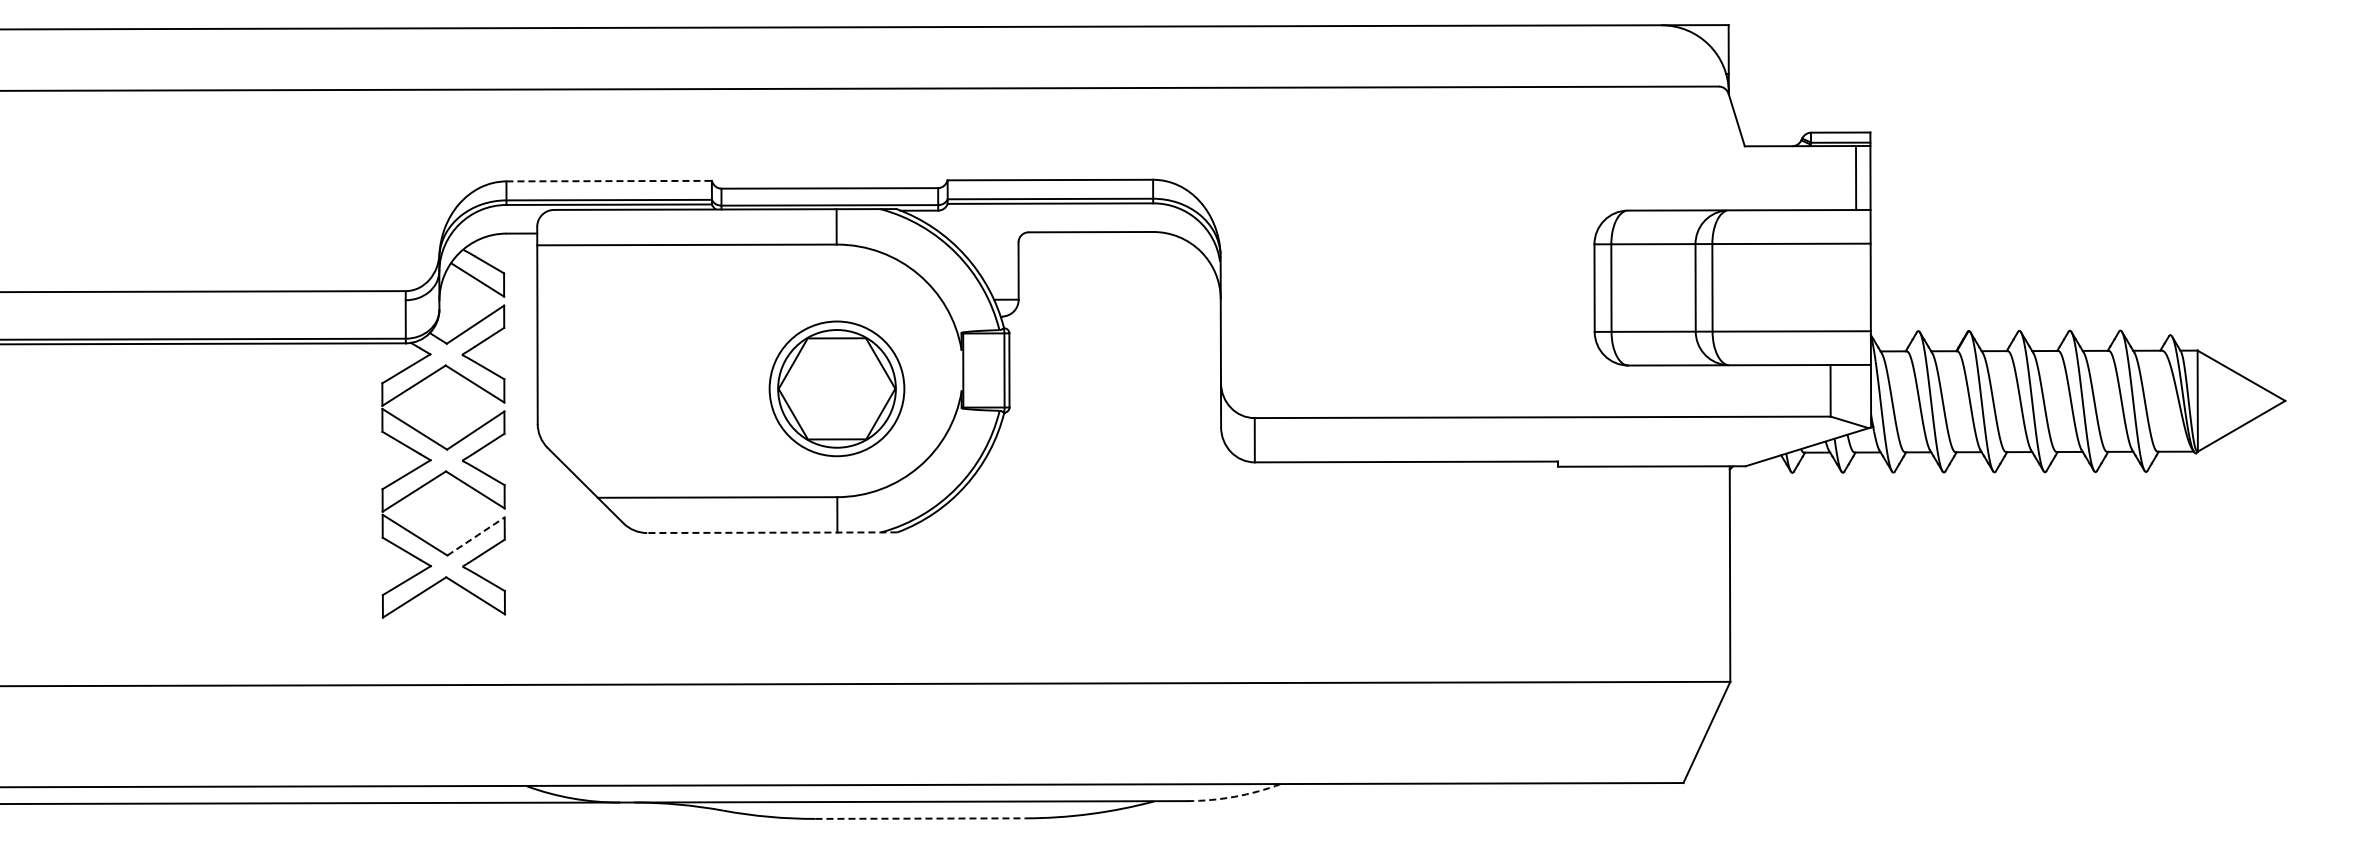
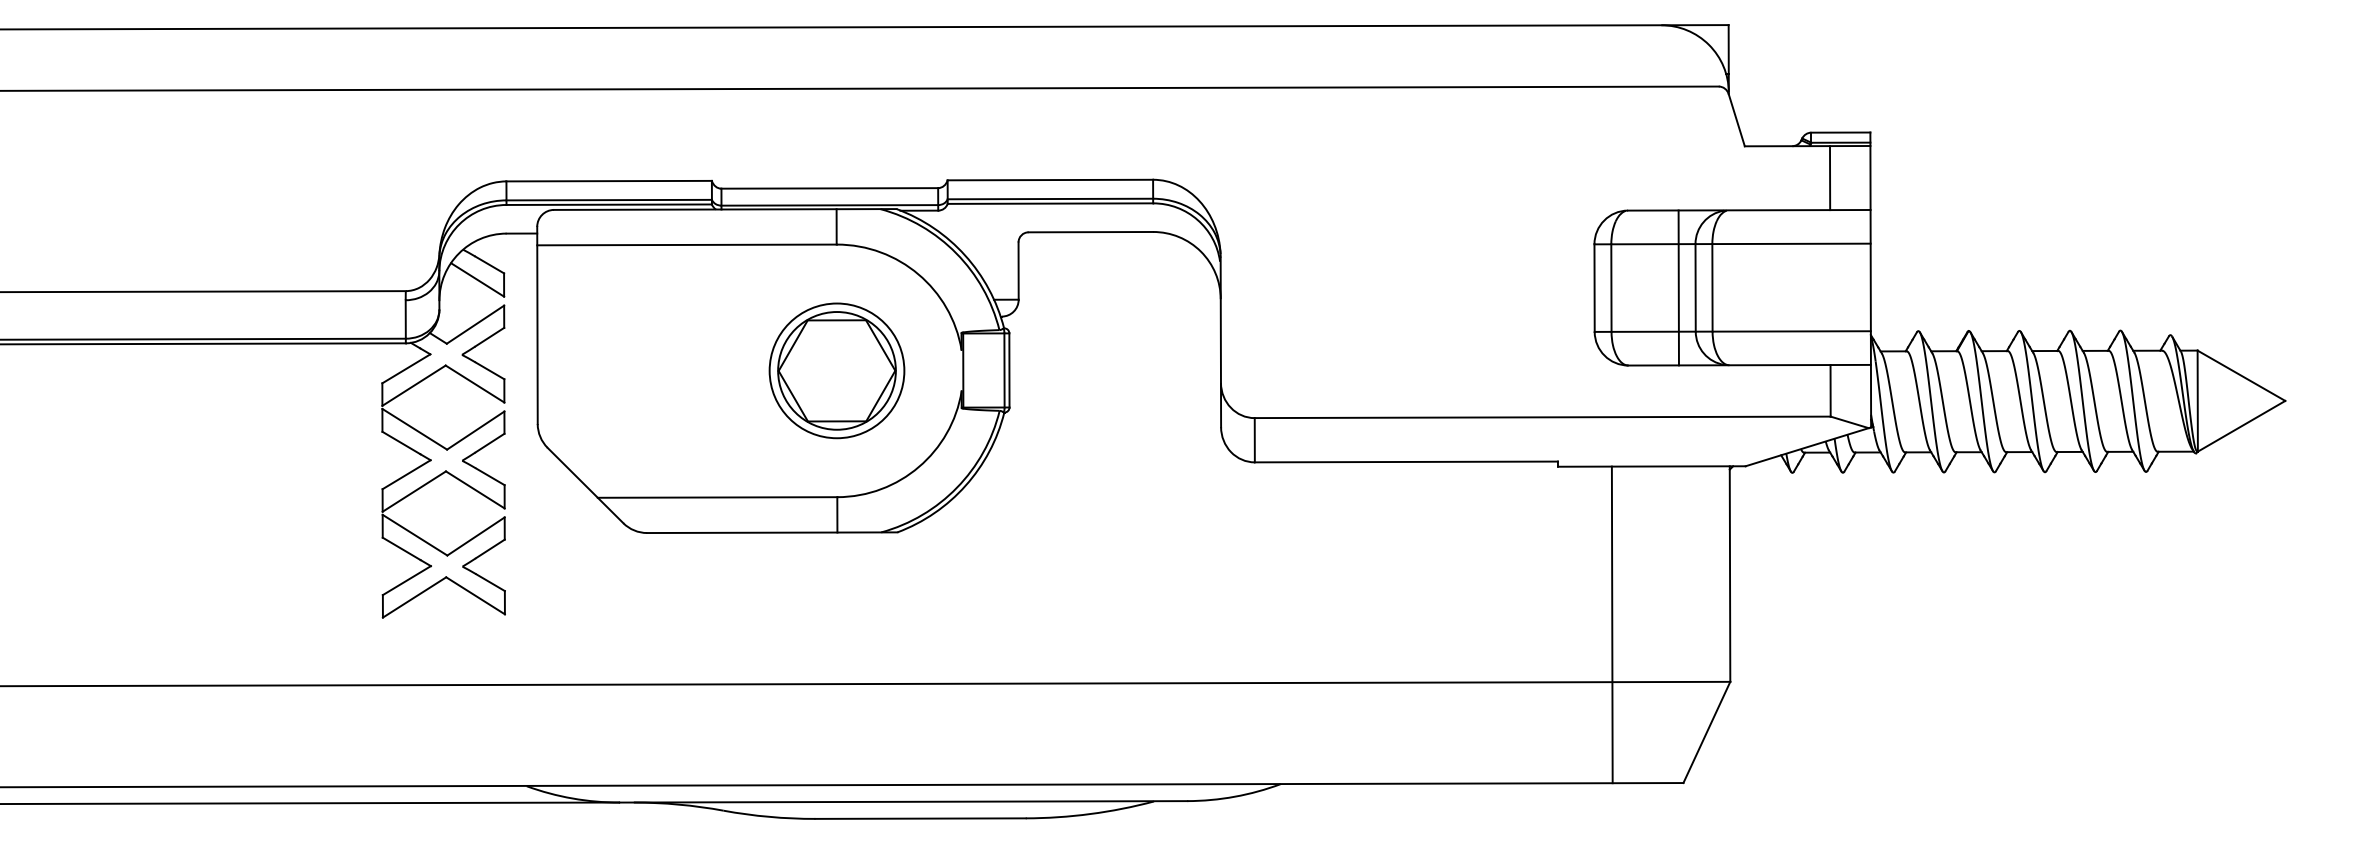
line at (1856, 178) position: (1856, 178) -> (1830, 178)
line at (609, 181): dashed -> solid
line at (1678, 287): none -> present
part at (836, 388) position: (836, 388) -> (836, 370)
line at (771, 532): dashed -> solid
line at (476, 536): dashed -> solid
line at (1611, 624): none -> present
arc at (1234, 796): dashed -> solid
line at (921, 818): dashed -> solid
